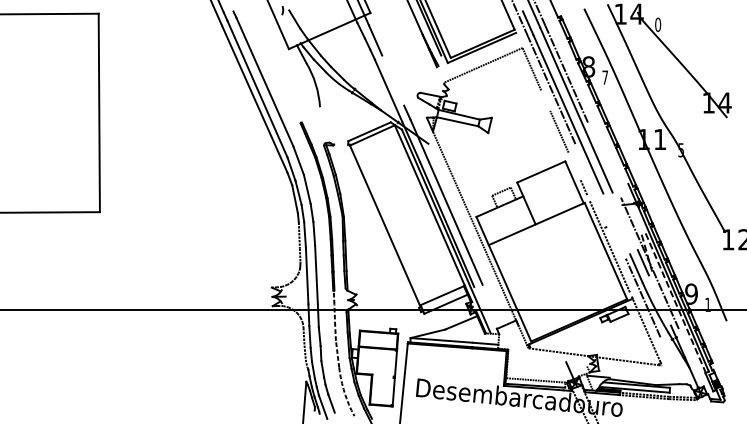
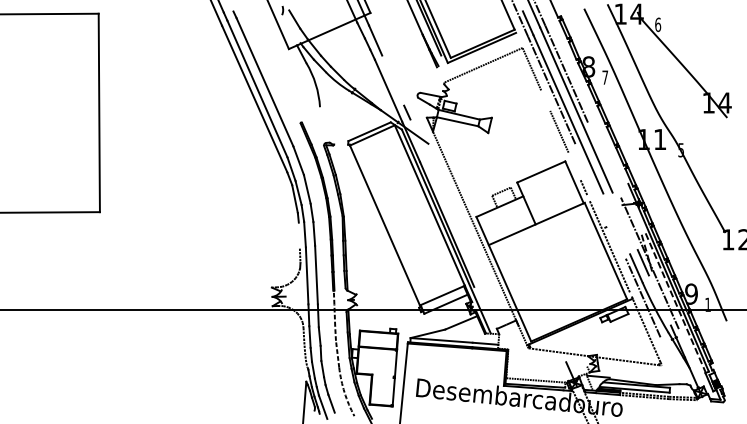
text at (658, 24): 0 -> 6
line at (446, 201): present -> none
line at (298, 235): present -> none
